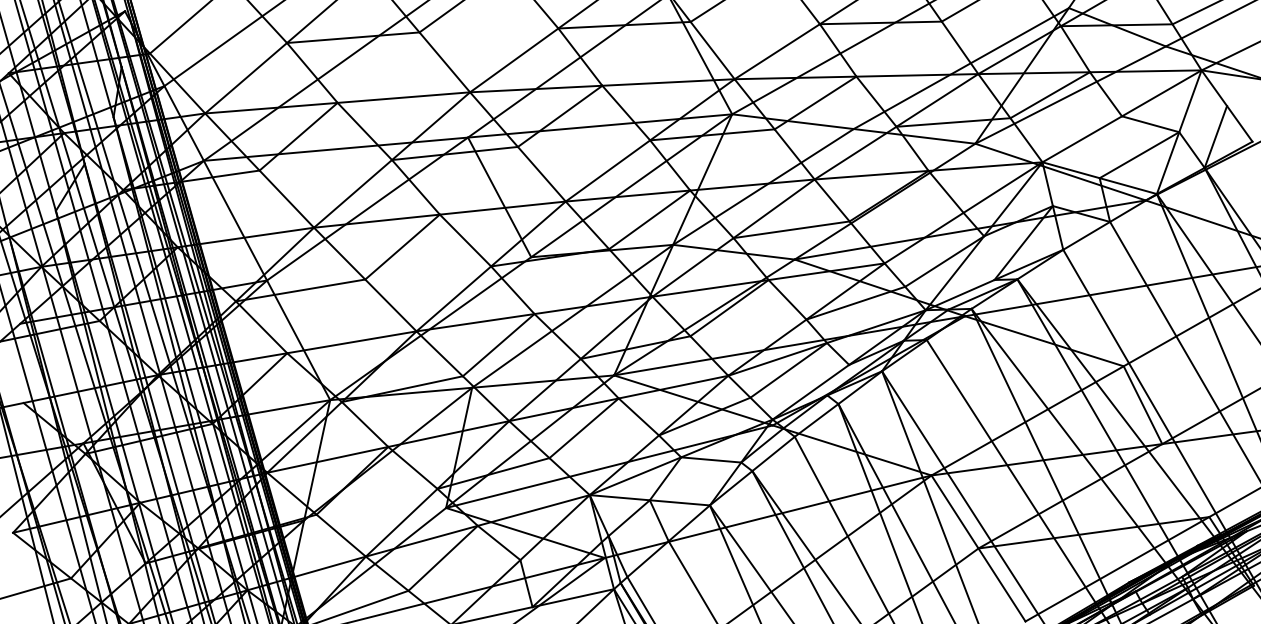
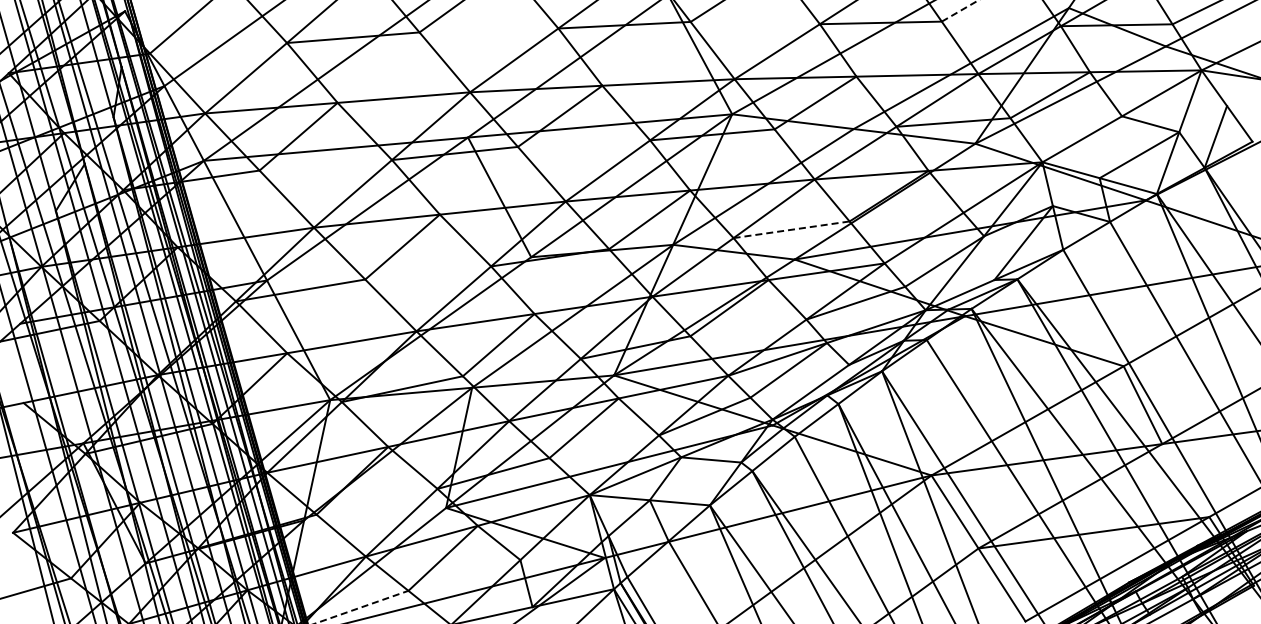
line at (960, 10): solid -> dashed
line at (791, 229): solid -> dashed
line at (361, 607): solid -> dashed
